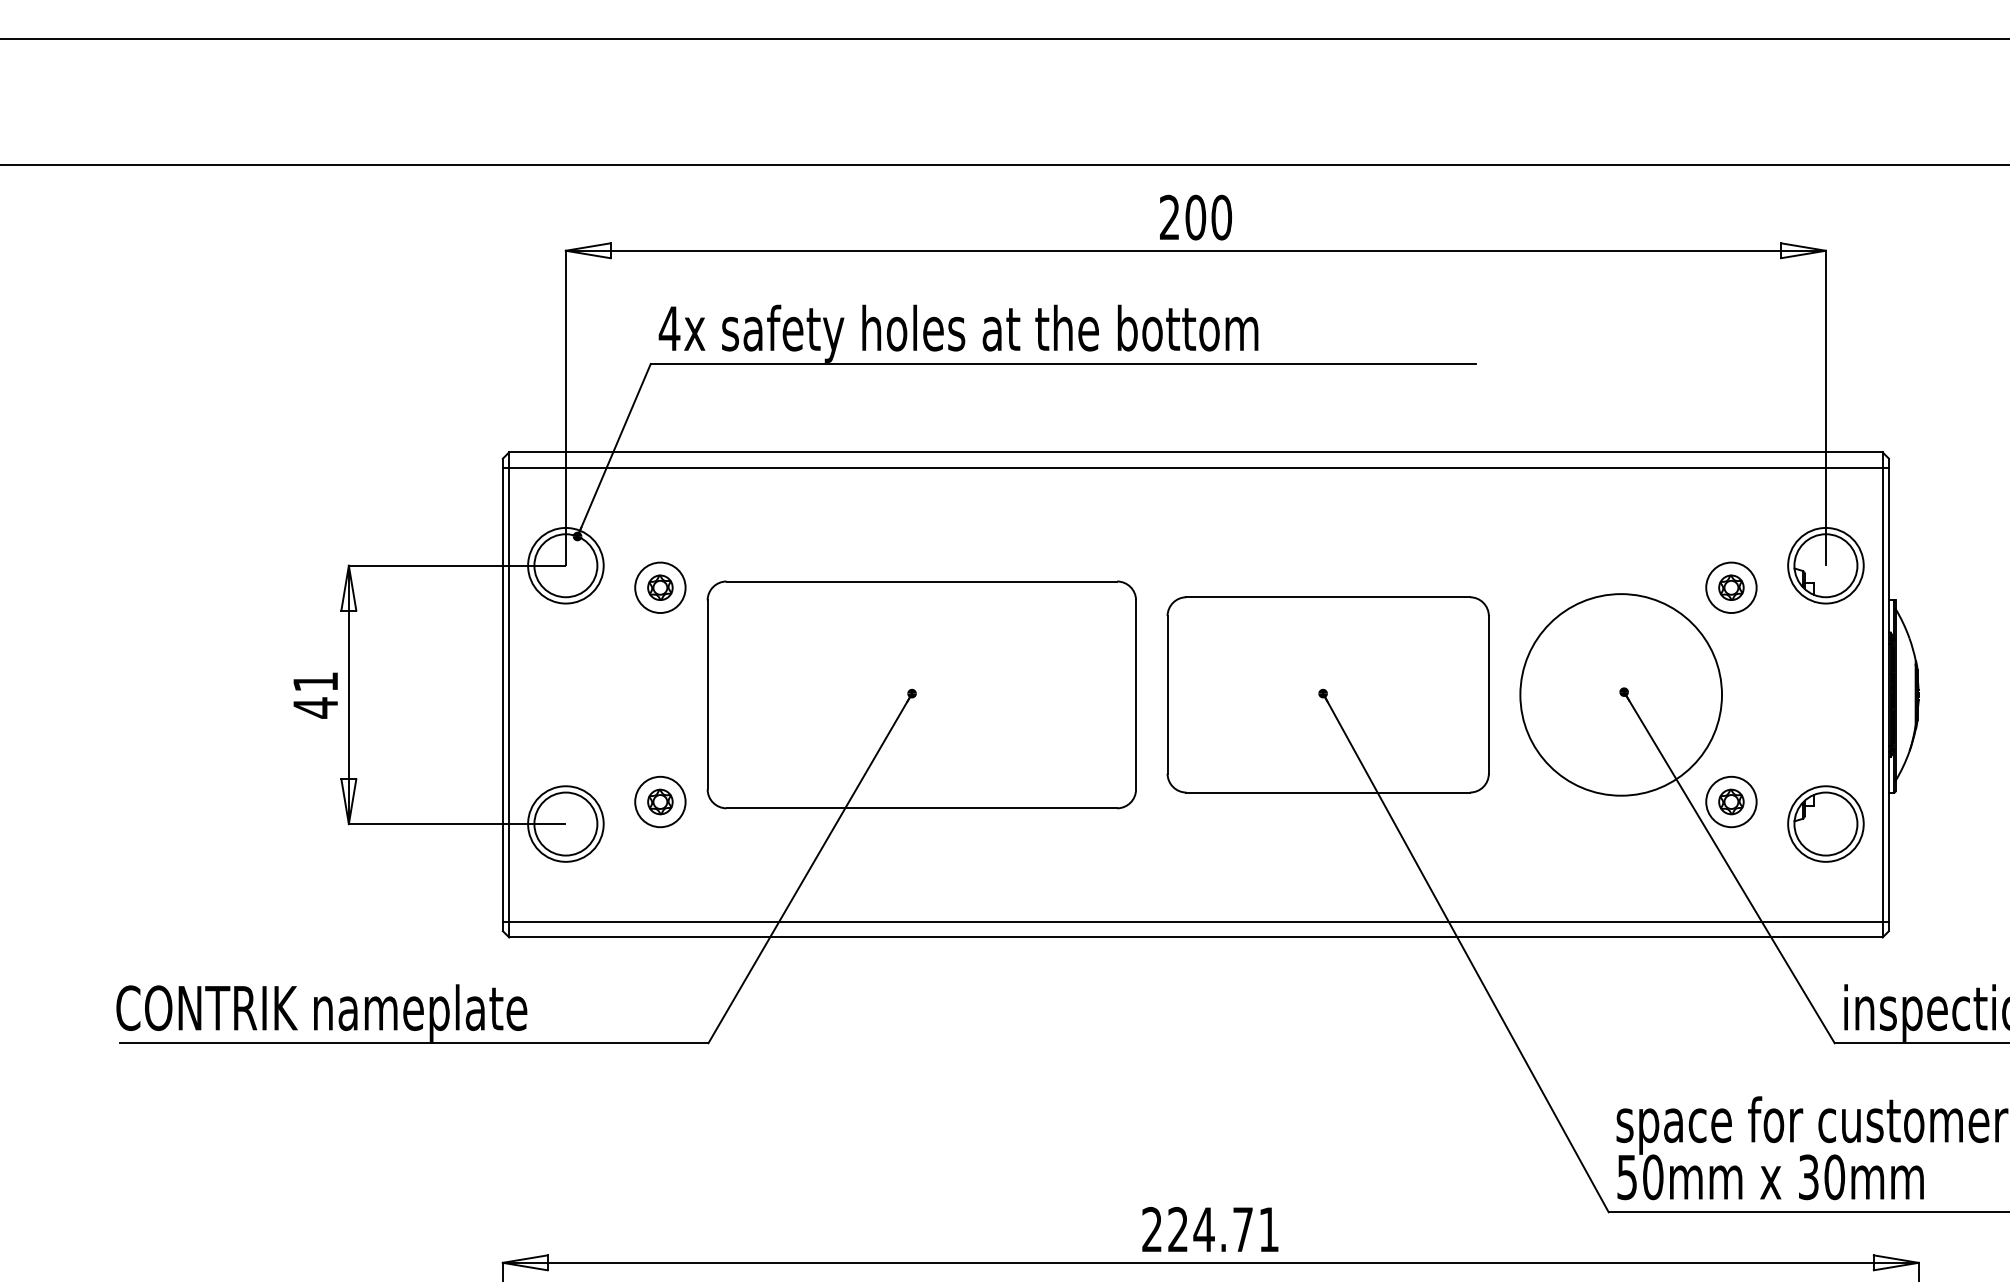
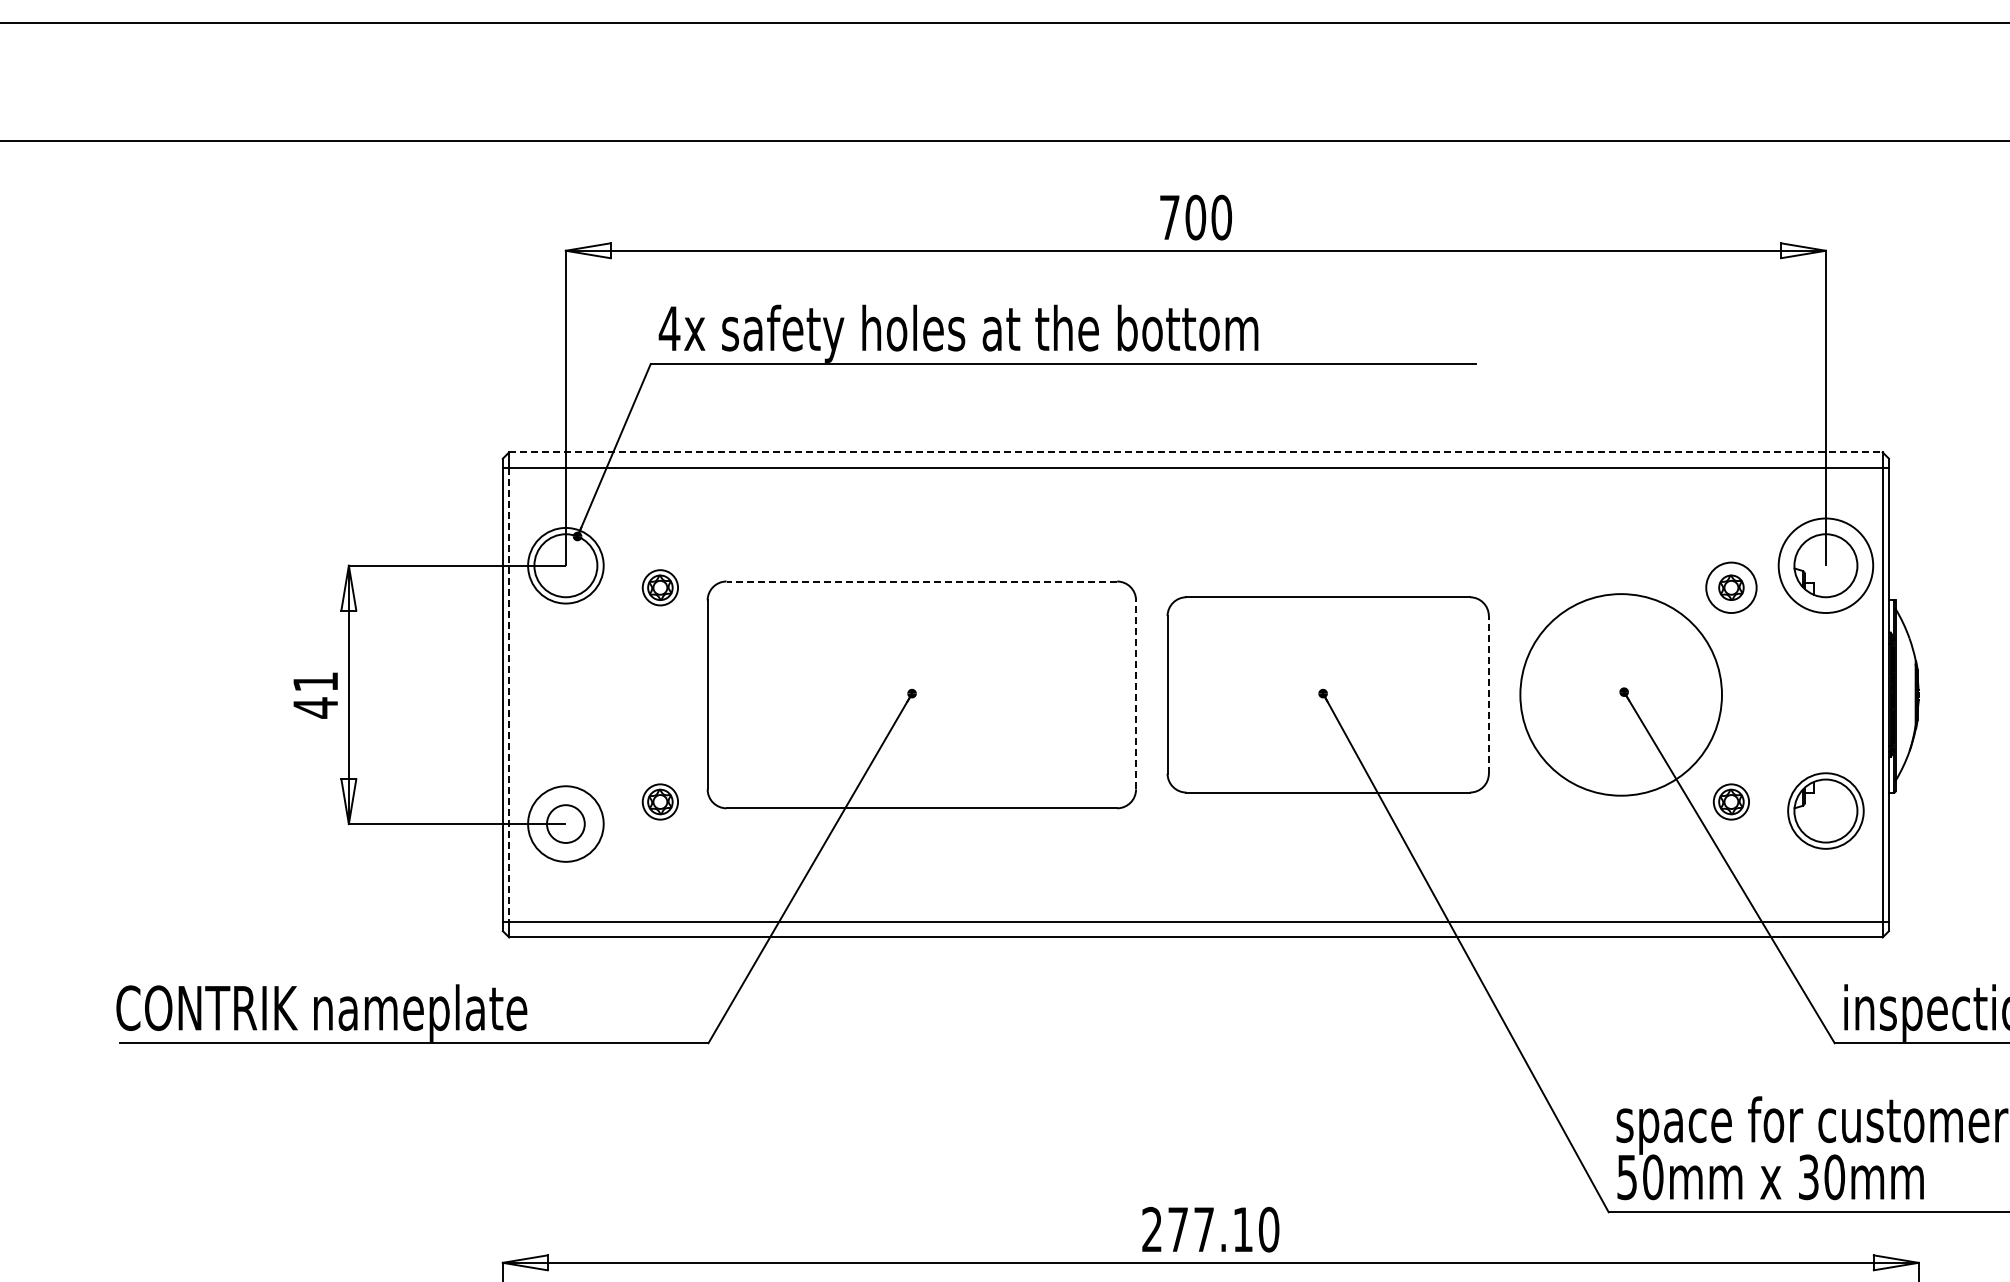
line at (1004, 38) position: (1004, 38) -> (1004, 22)
line at (1004, 164) position: (1004, 164) -> (1004, 140)
text at (1169, 216): 200 -> 700
line at (1195, 452): solid -> dashed
circle at (1825, 565) diameter: 76 px -> 95 px
line at (921, 581): solid -> dashed
circle at (660, 587) diameter: 50 px -> 35 px
line at (509, 694): solid -> dashed
line at (1136, 694): solid -> dashed
line at (1488, 694): solid -> dashed
circle at (660, 801) diameter: 50 px -> 35 px
circle at (1731, 801) diameter: 50 px -> 35 px
circle at (565, 823) diameter: 63 px -> 38 px
part at (1825, 823) position: (1825, 823) -> (1825, 810)
text at (1223, 1229): 224.71 -> 277.10
